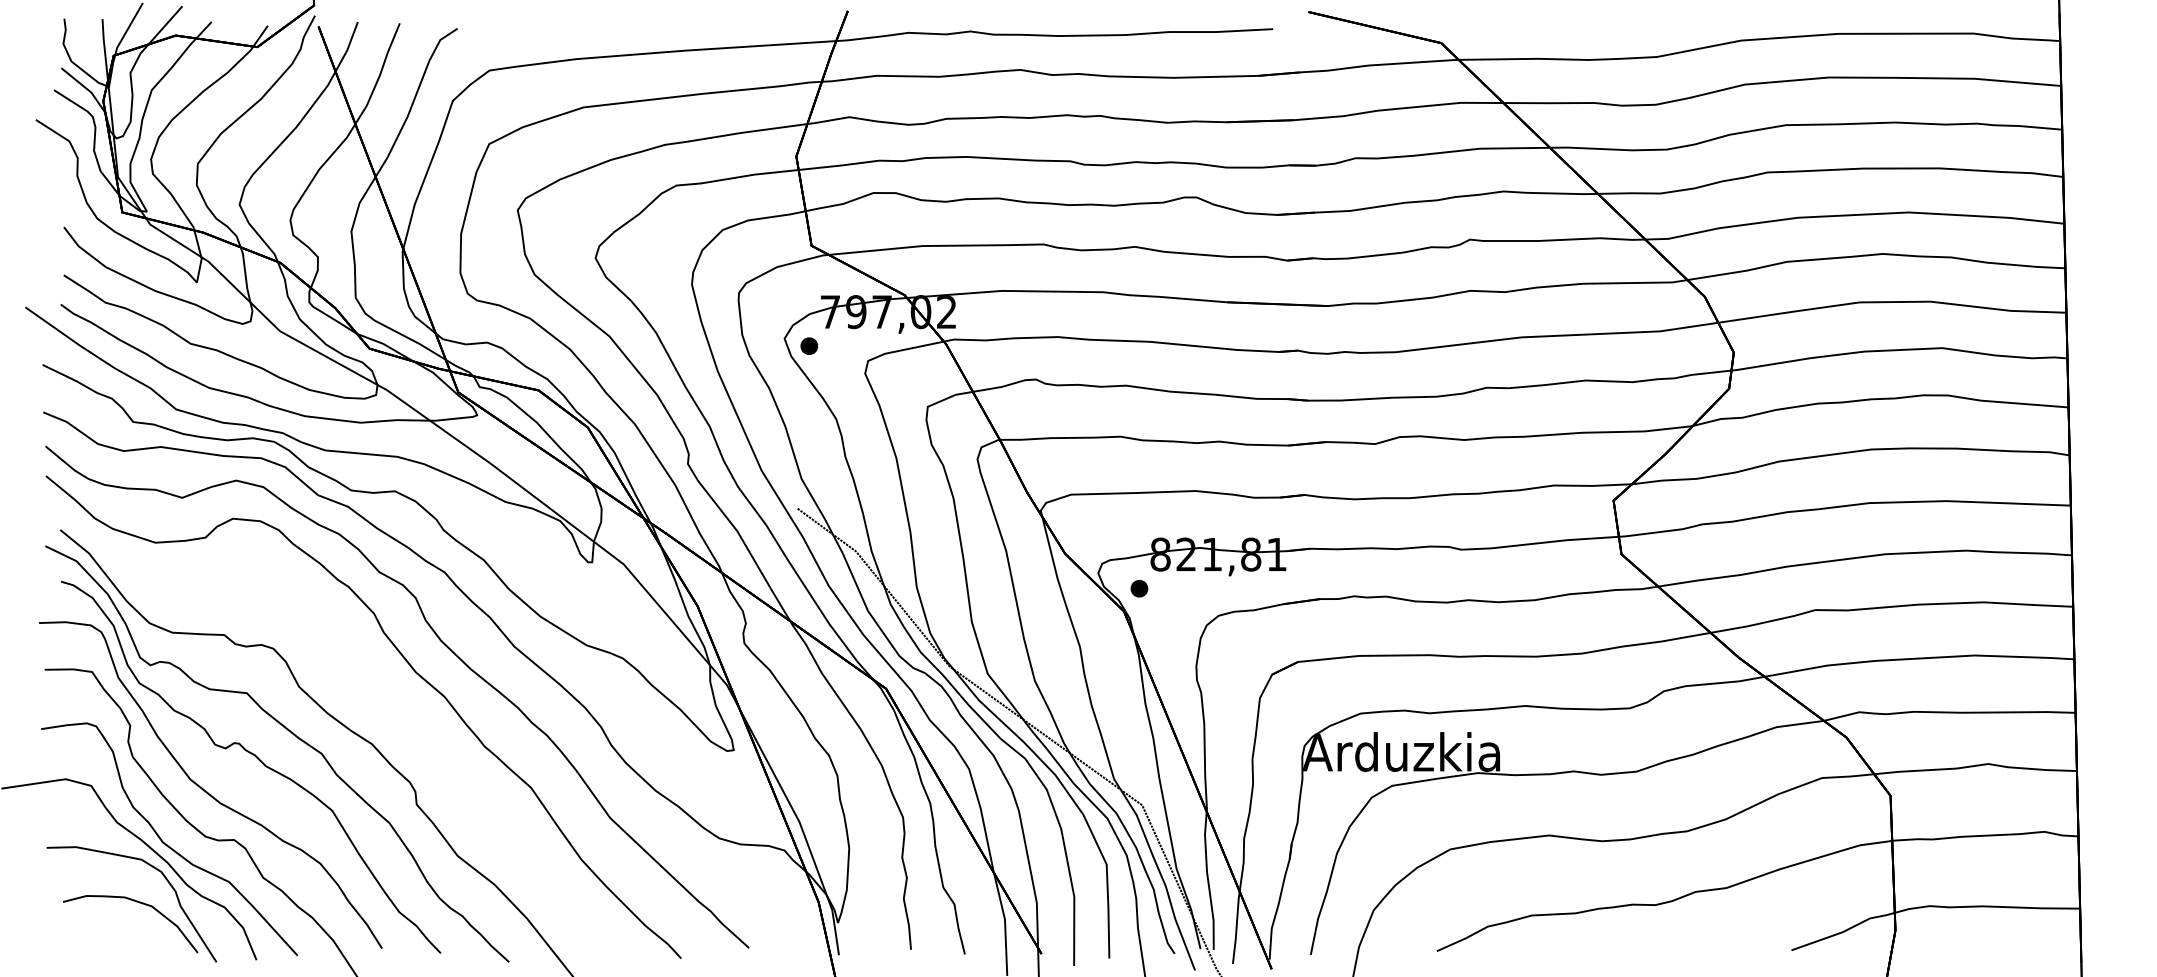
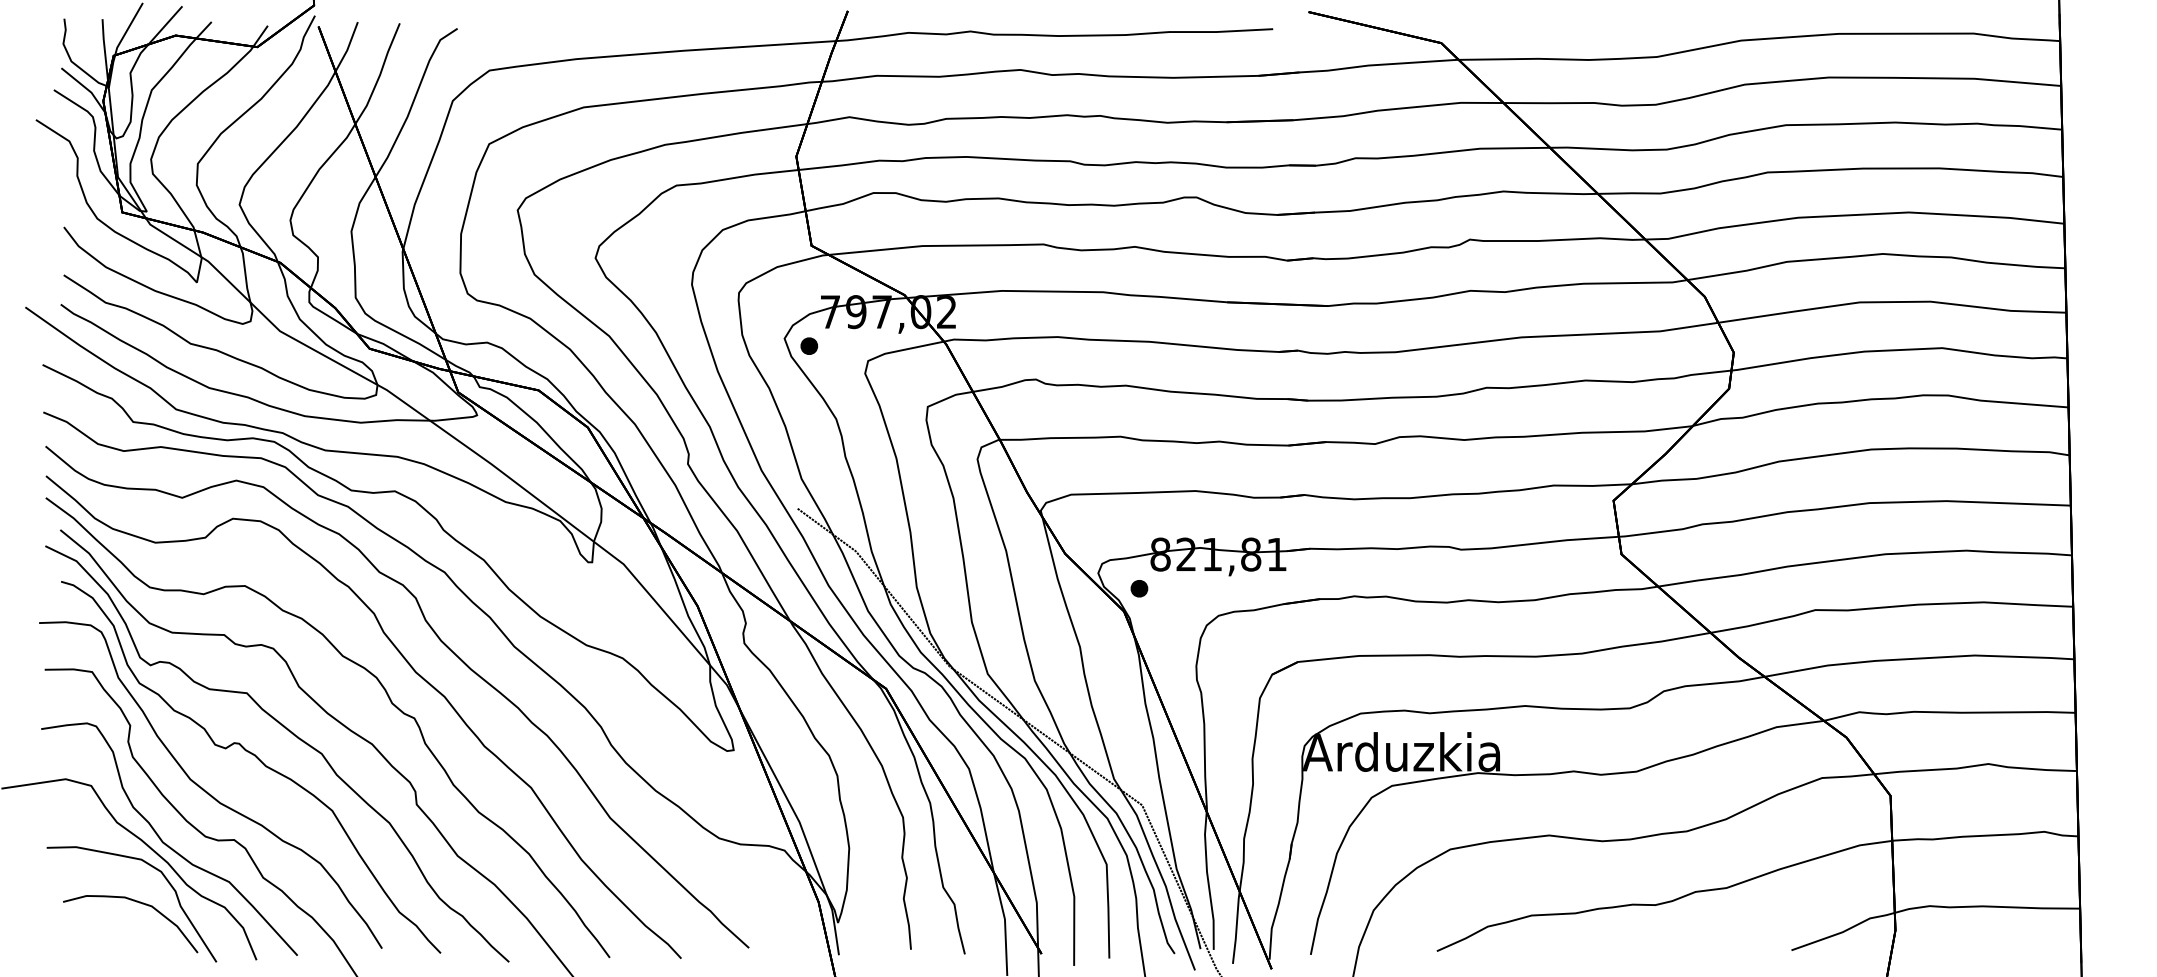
curve at (387, 696): none -> present
